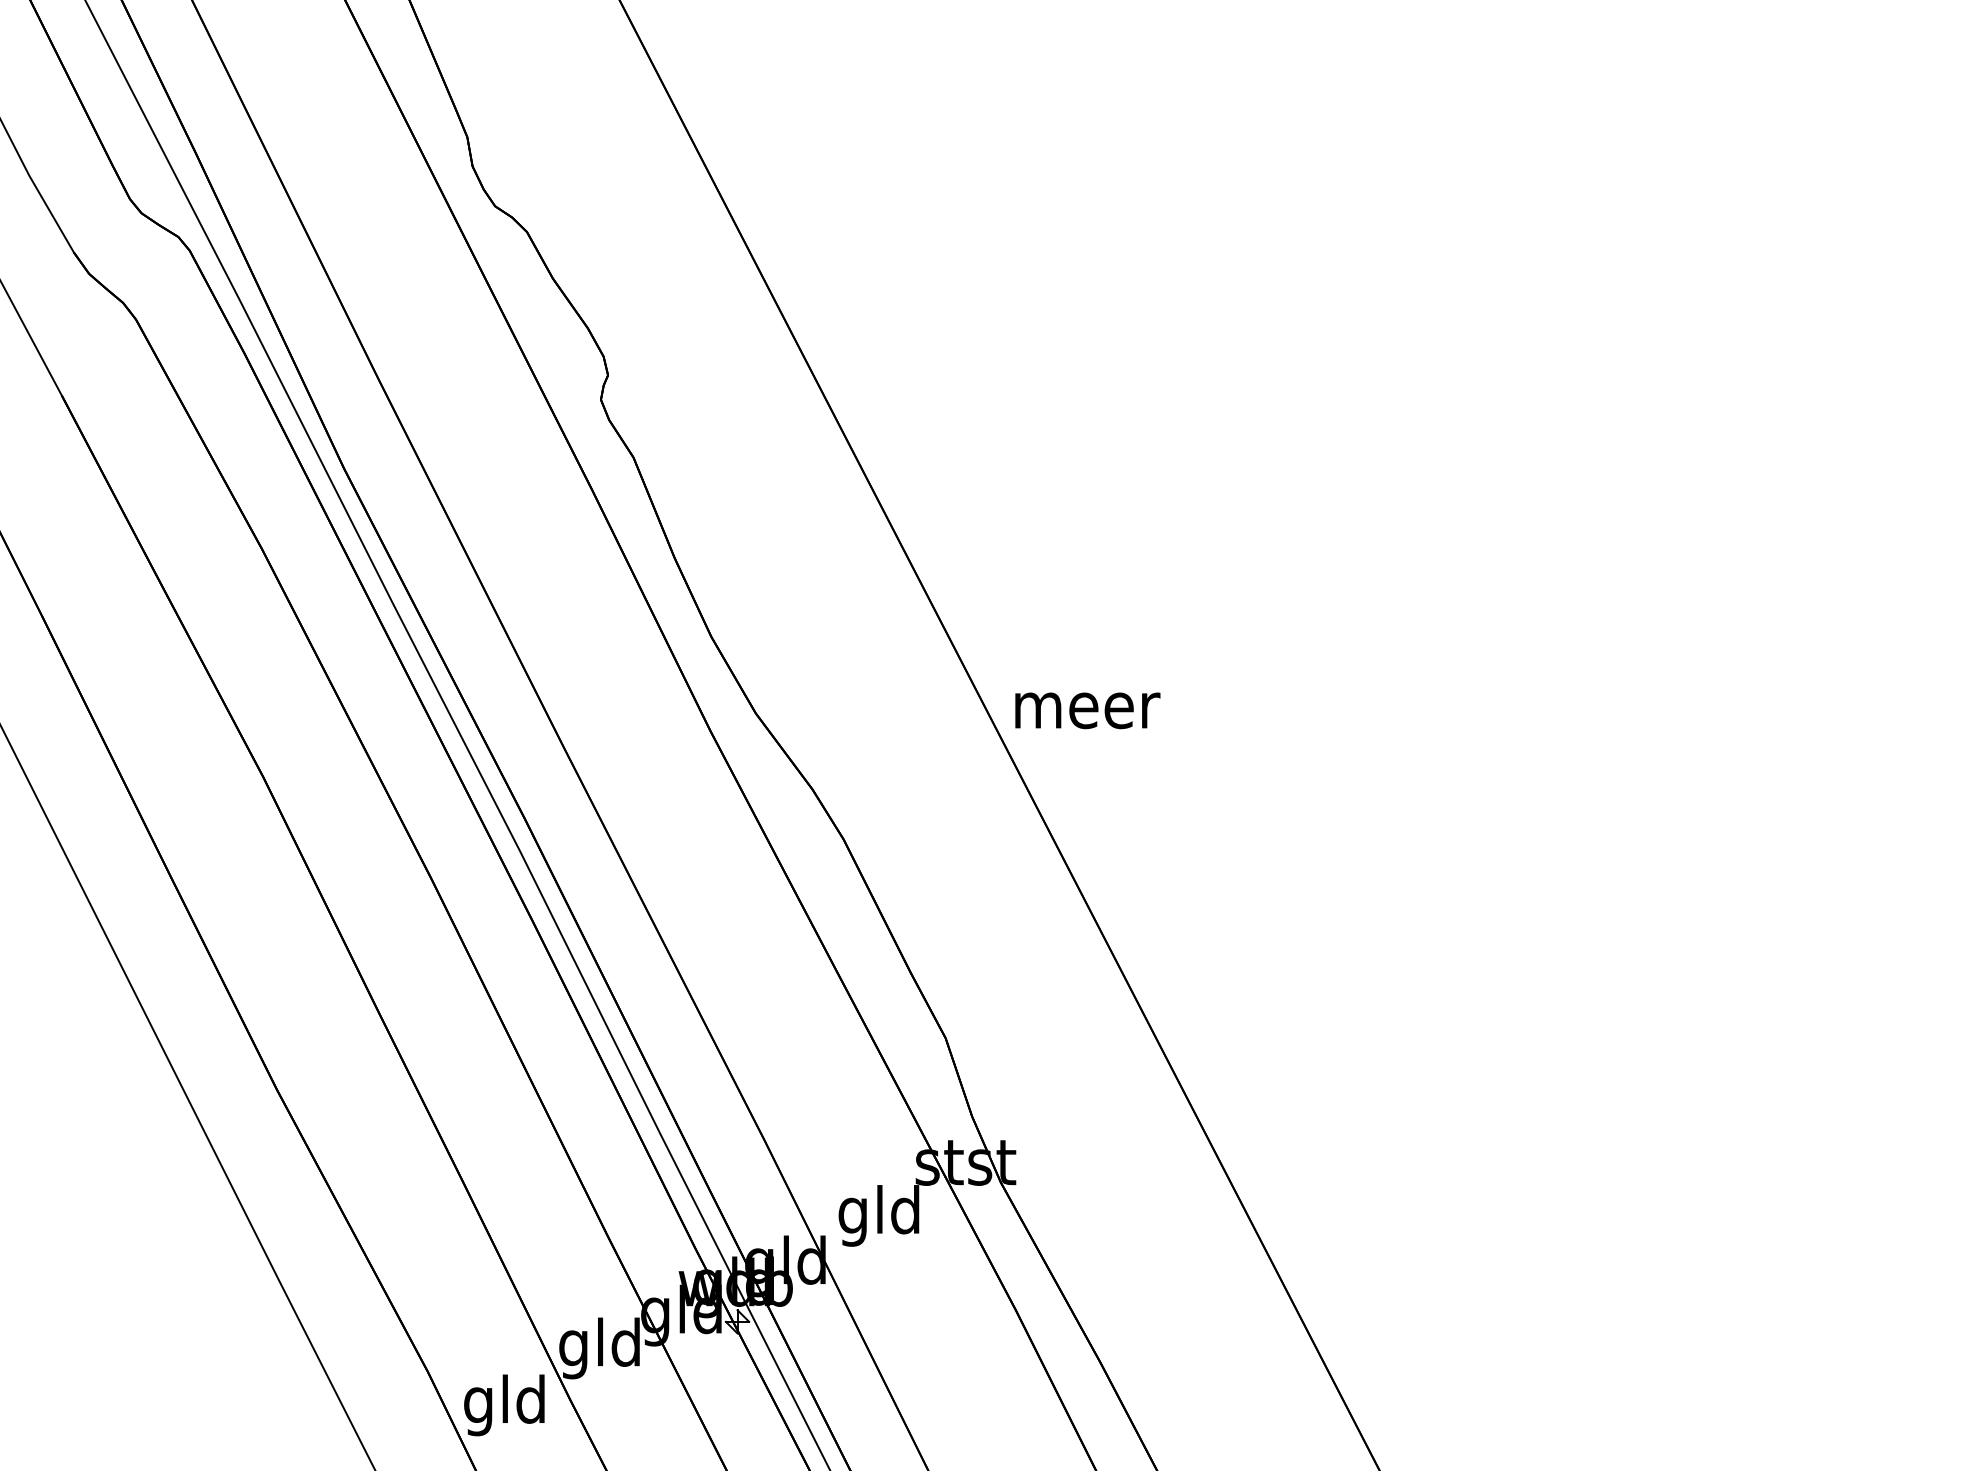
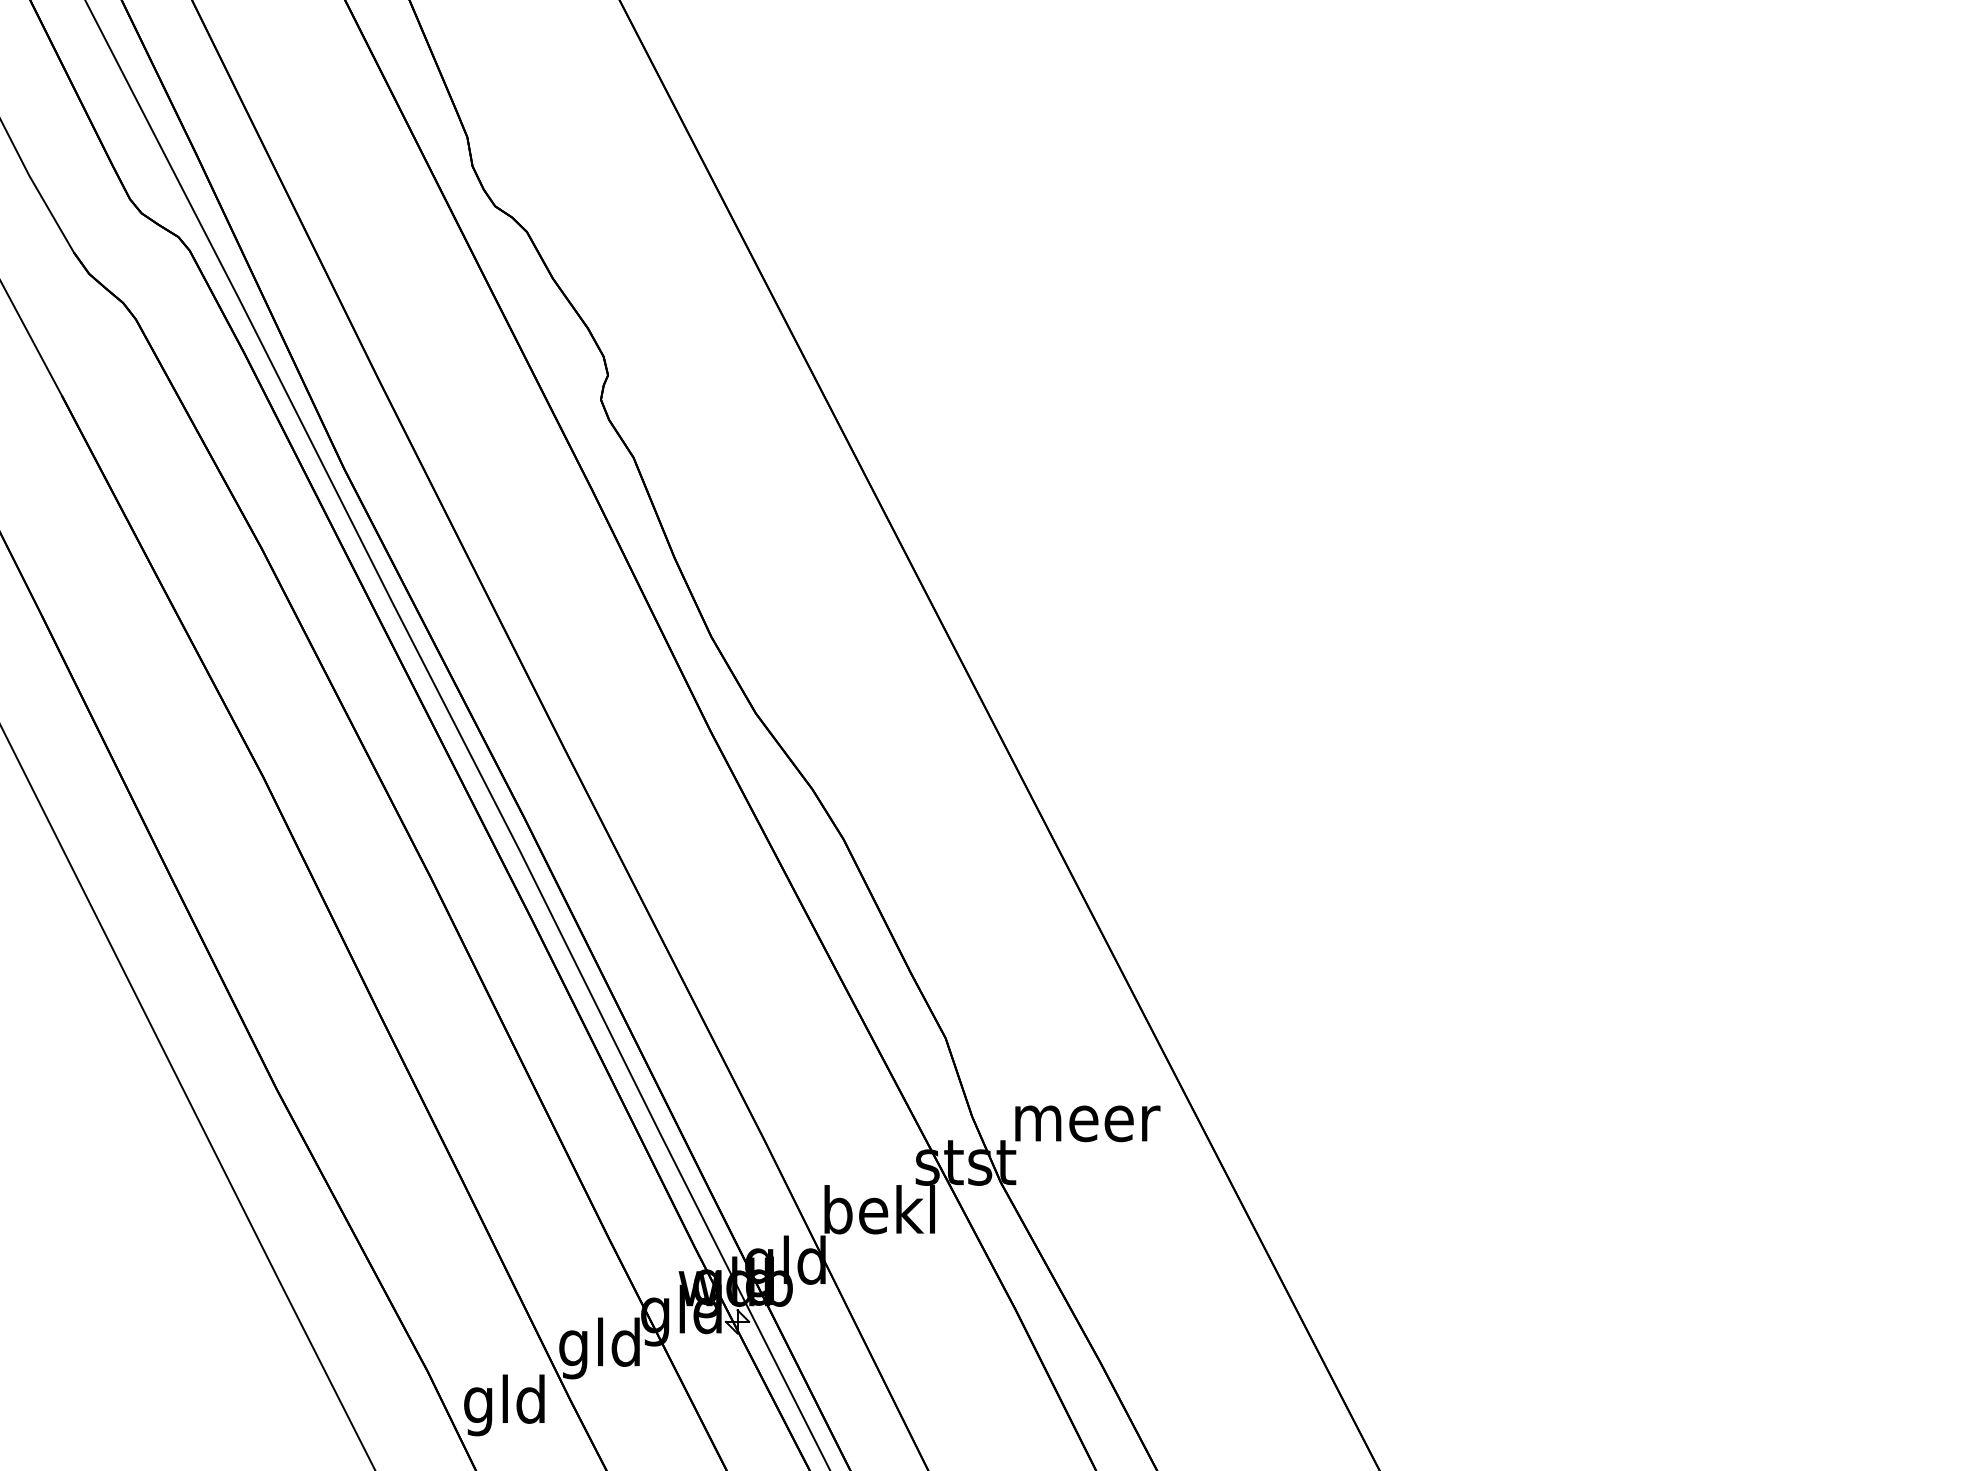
text at (1087, 710) position: (1087, 710) -> (1087, 1123)
text at (879, 1215): gld -> bekl
